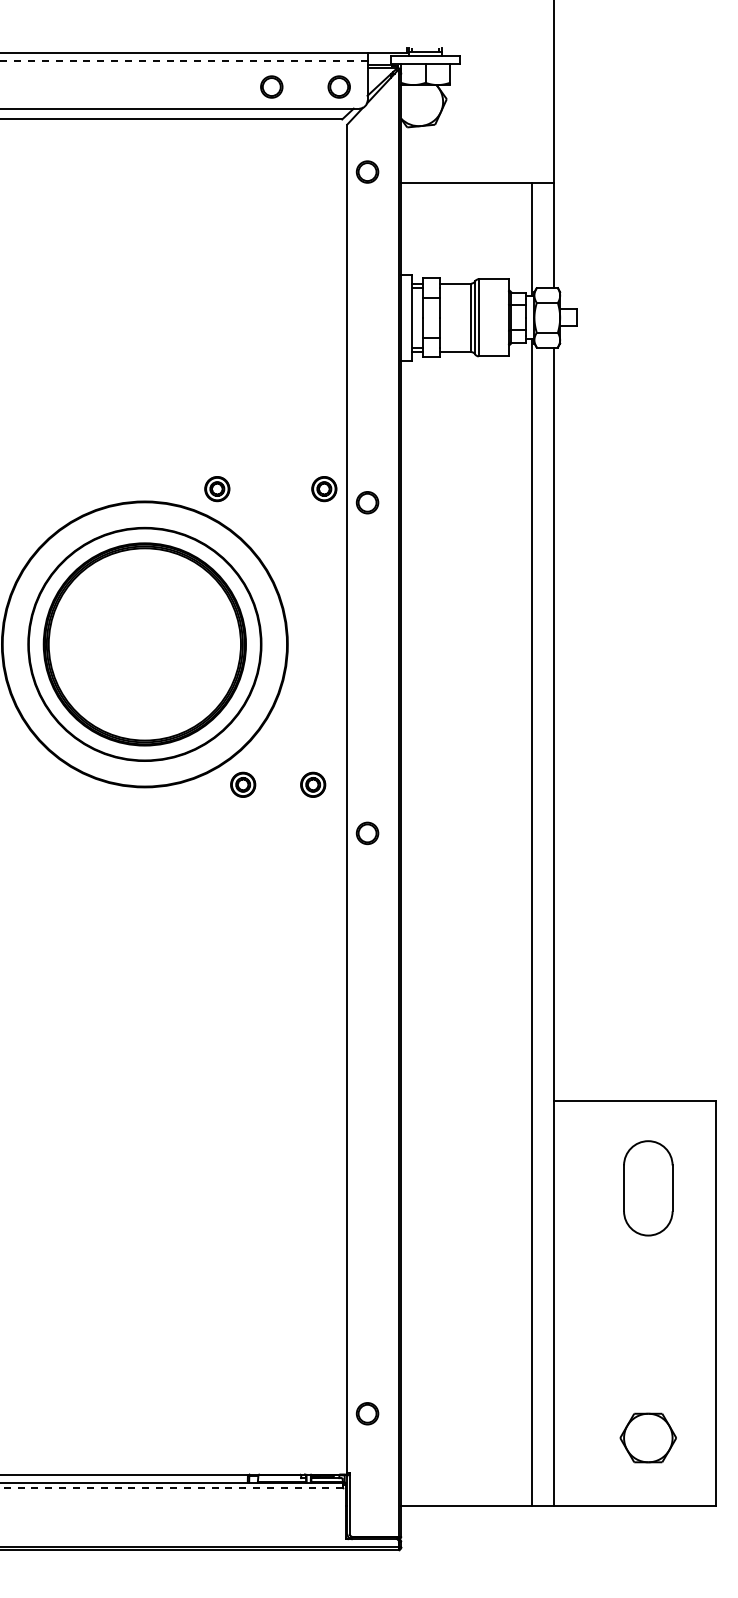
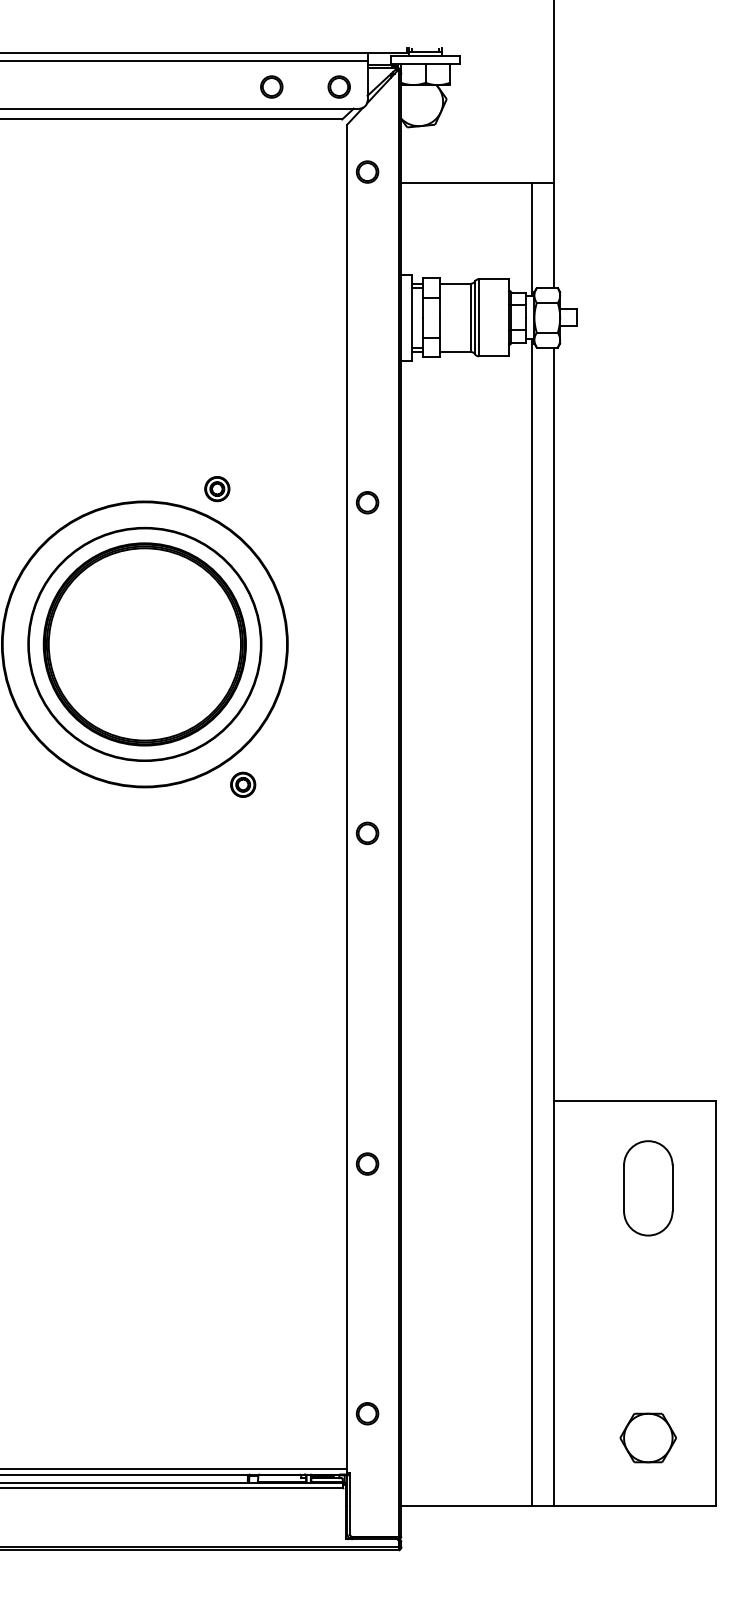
line at (183, 61): dashed -> solid
part at (324, 489): present -> none
part at (313, 784): present -> none
part at (367, 1163): none -> present
line at (174, 1469): none -> present
line at (171, 1487): dashed -> solid
